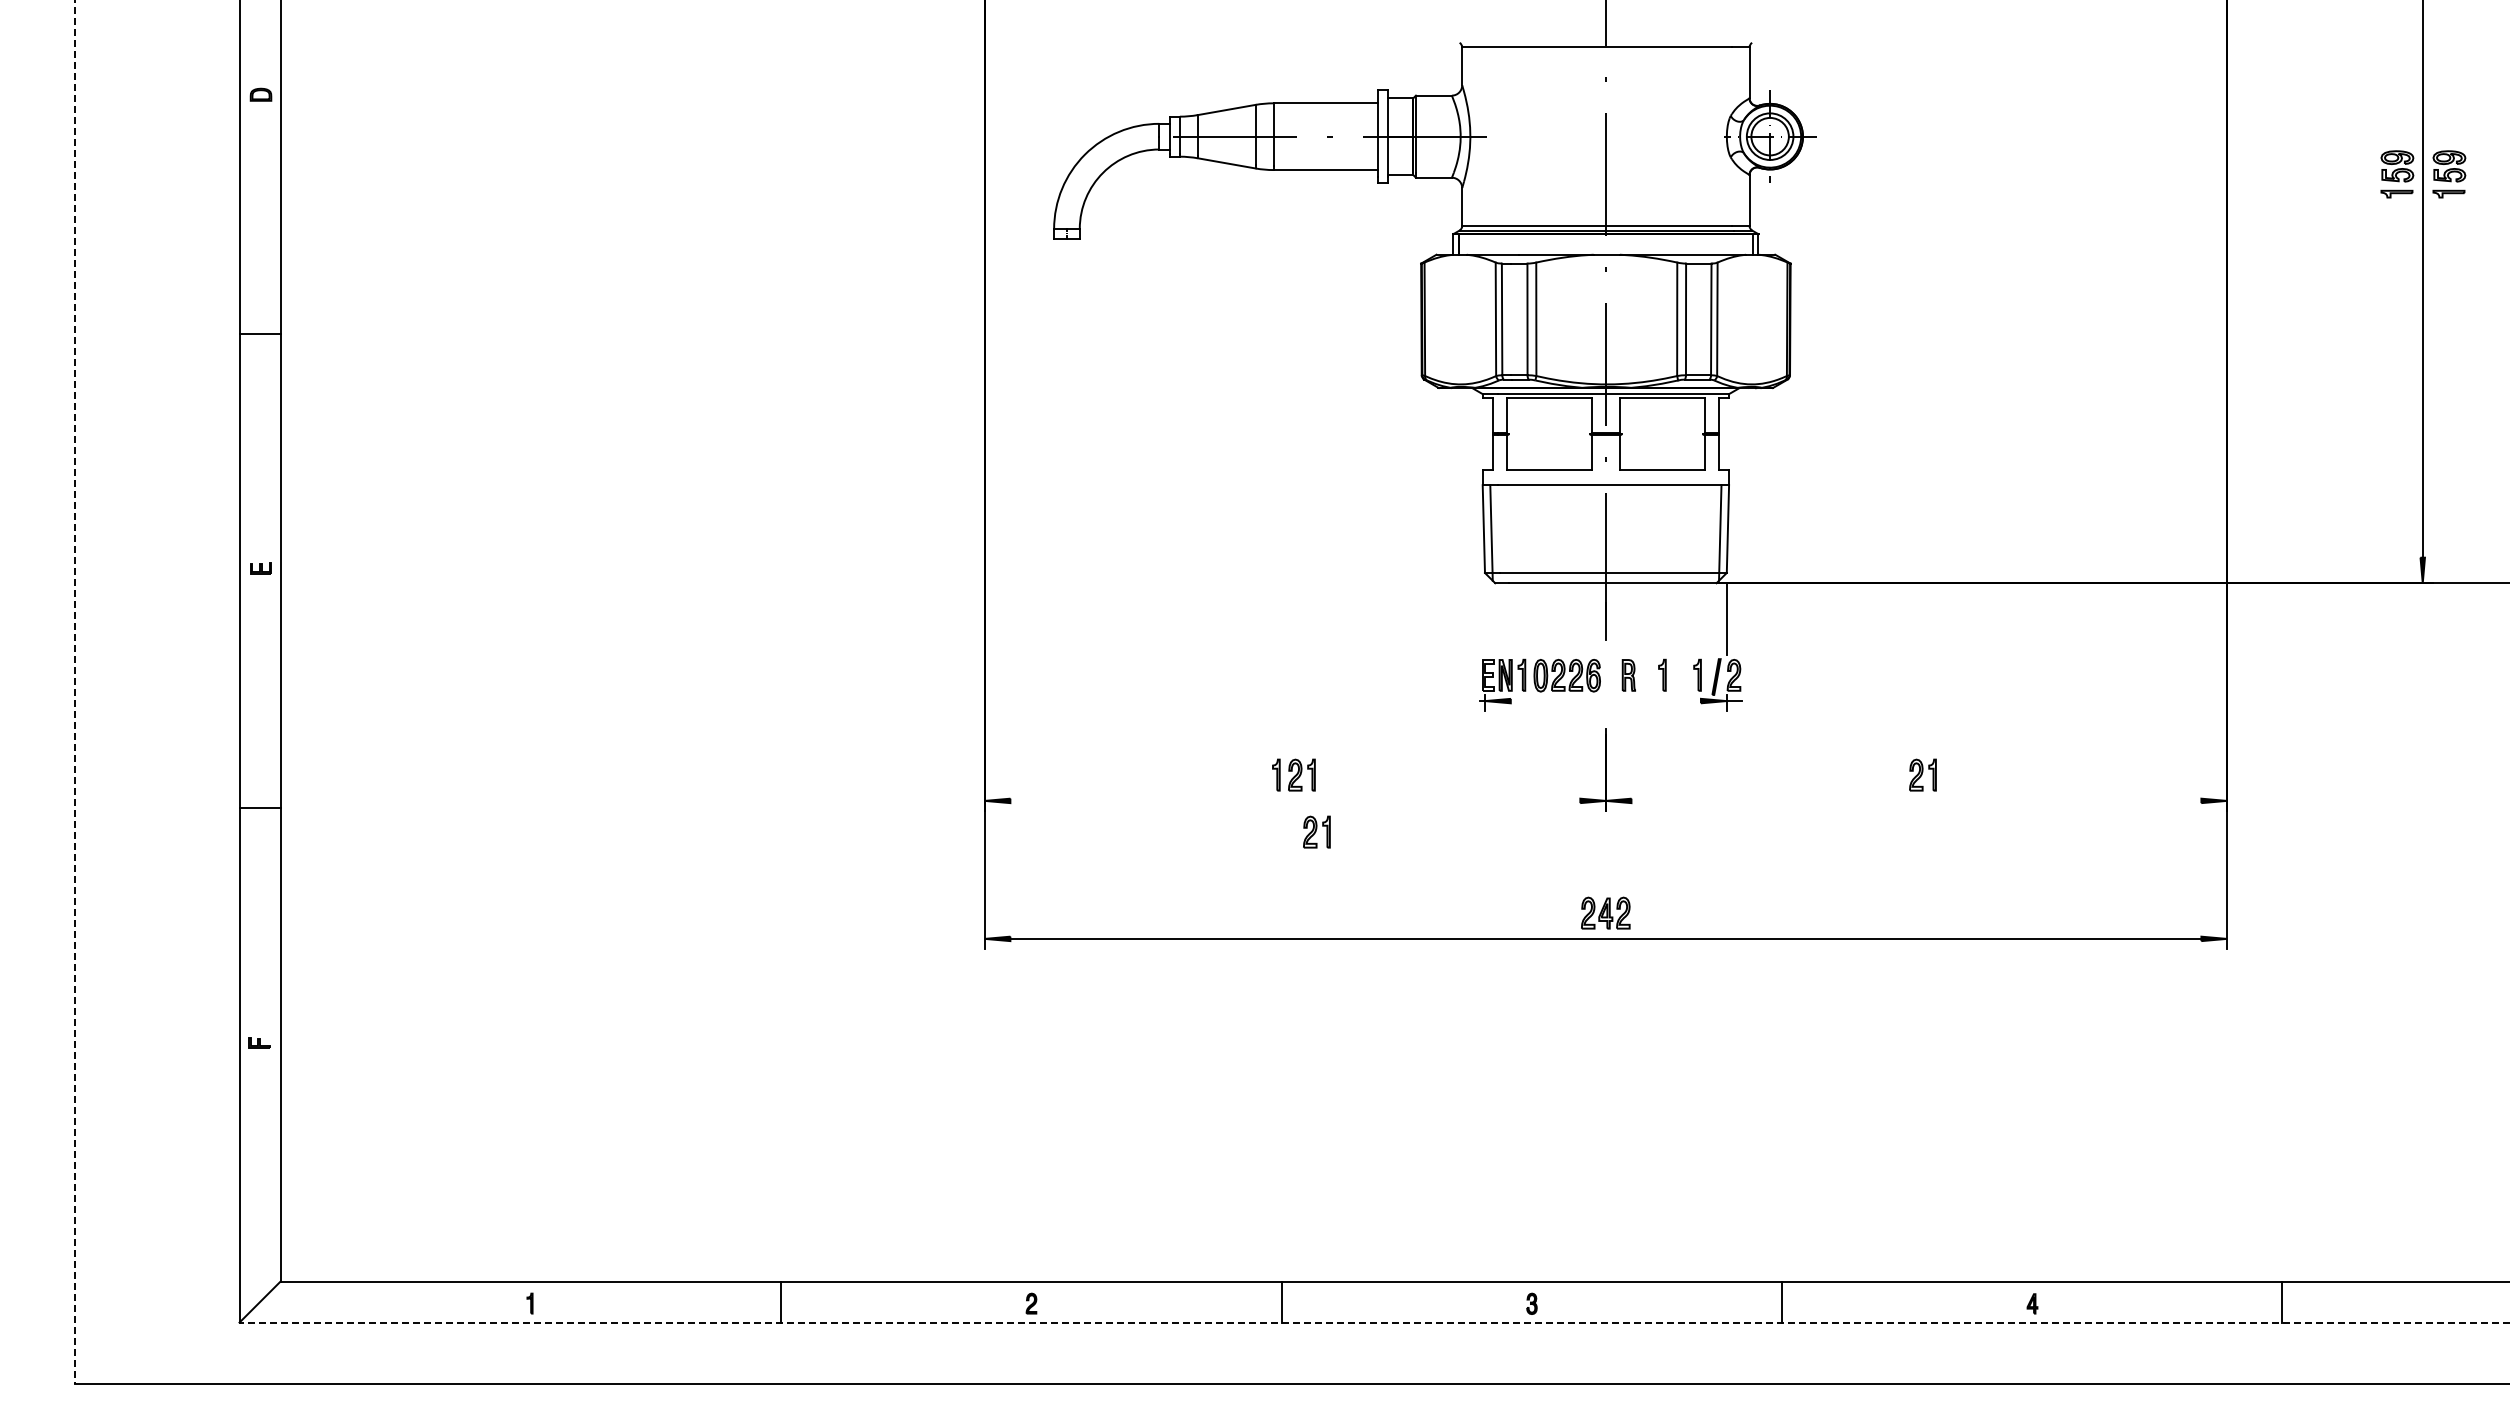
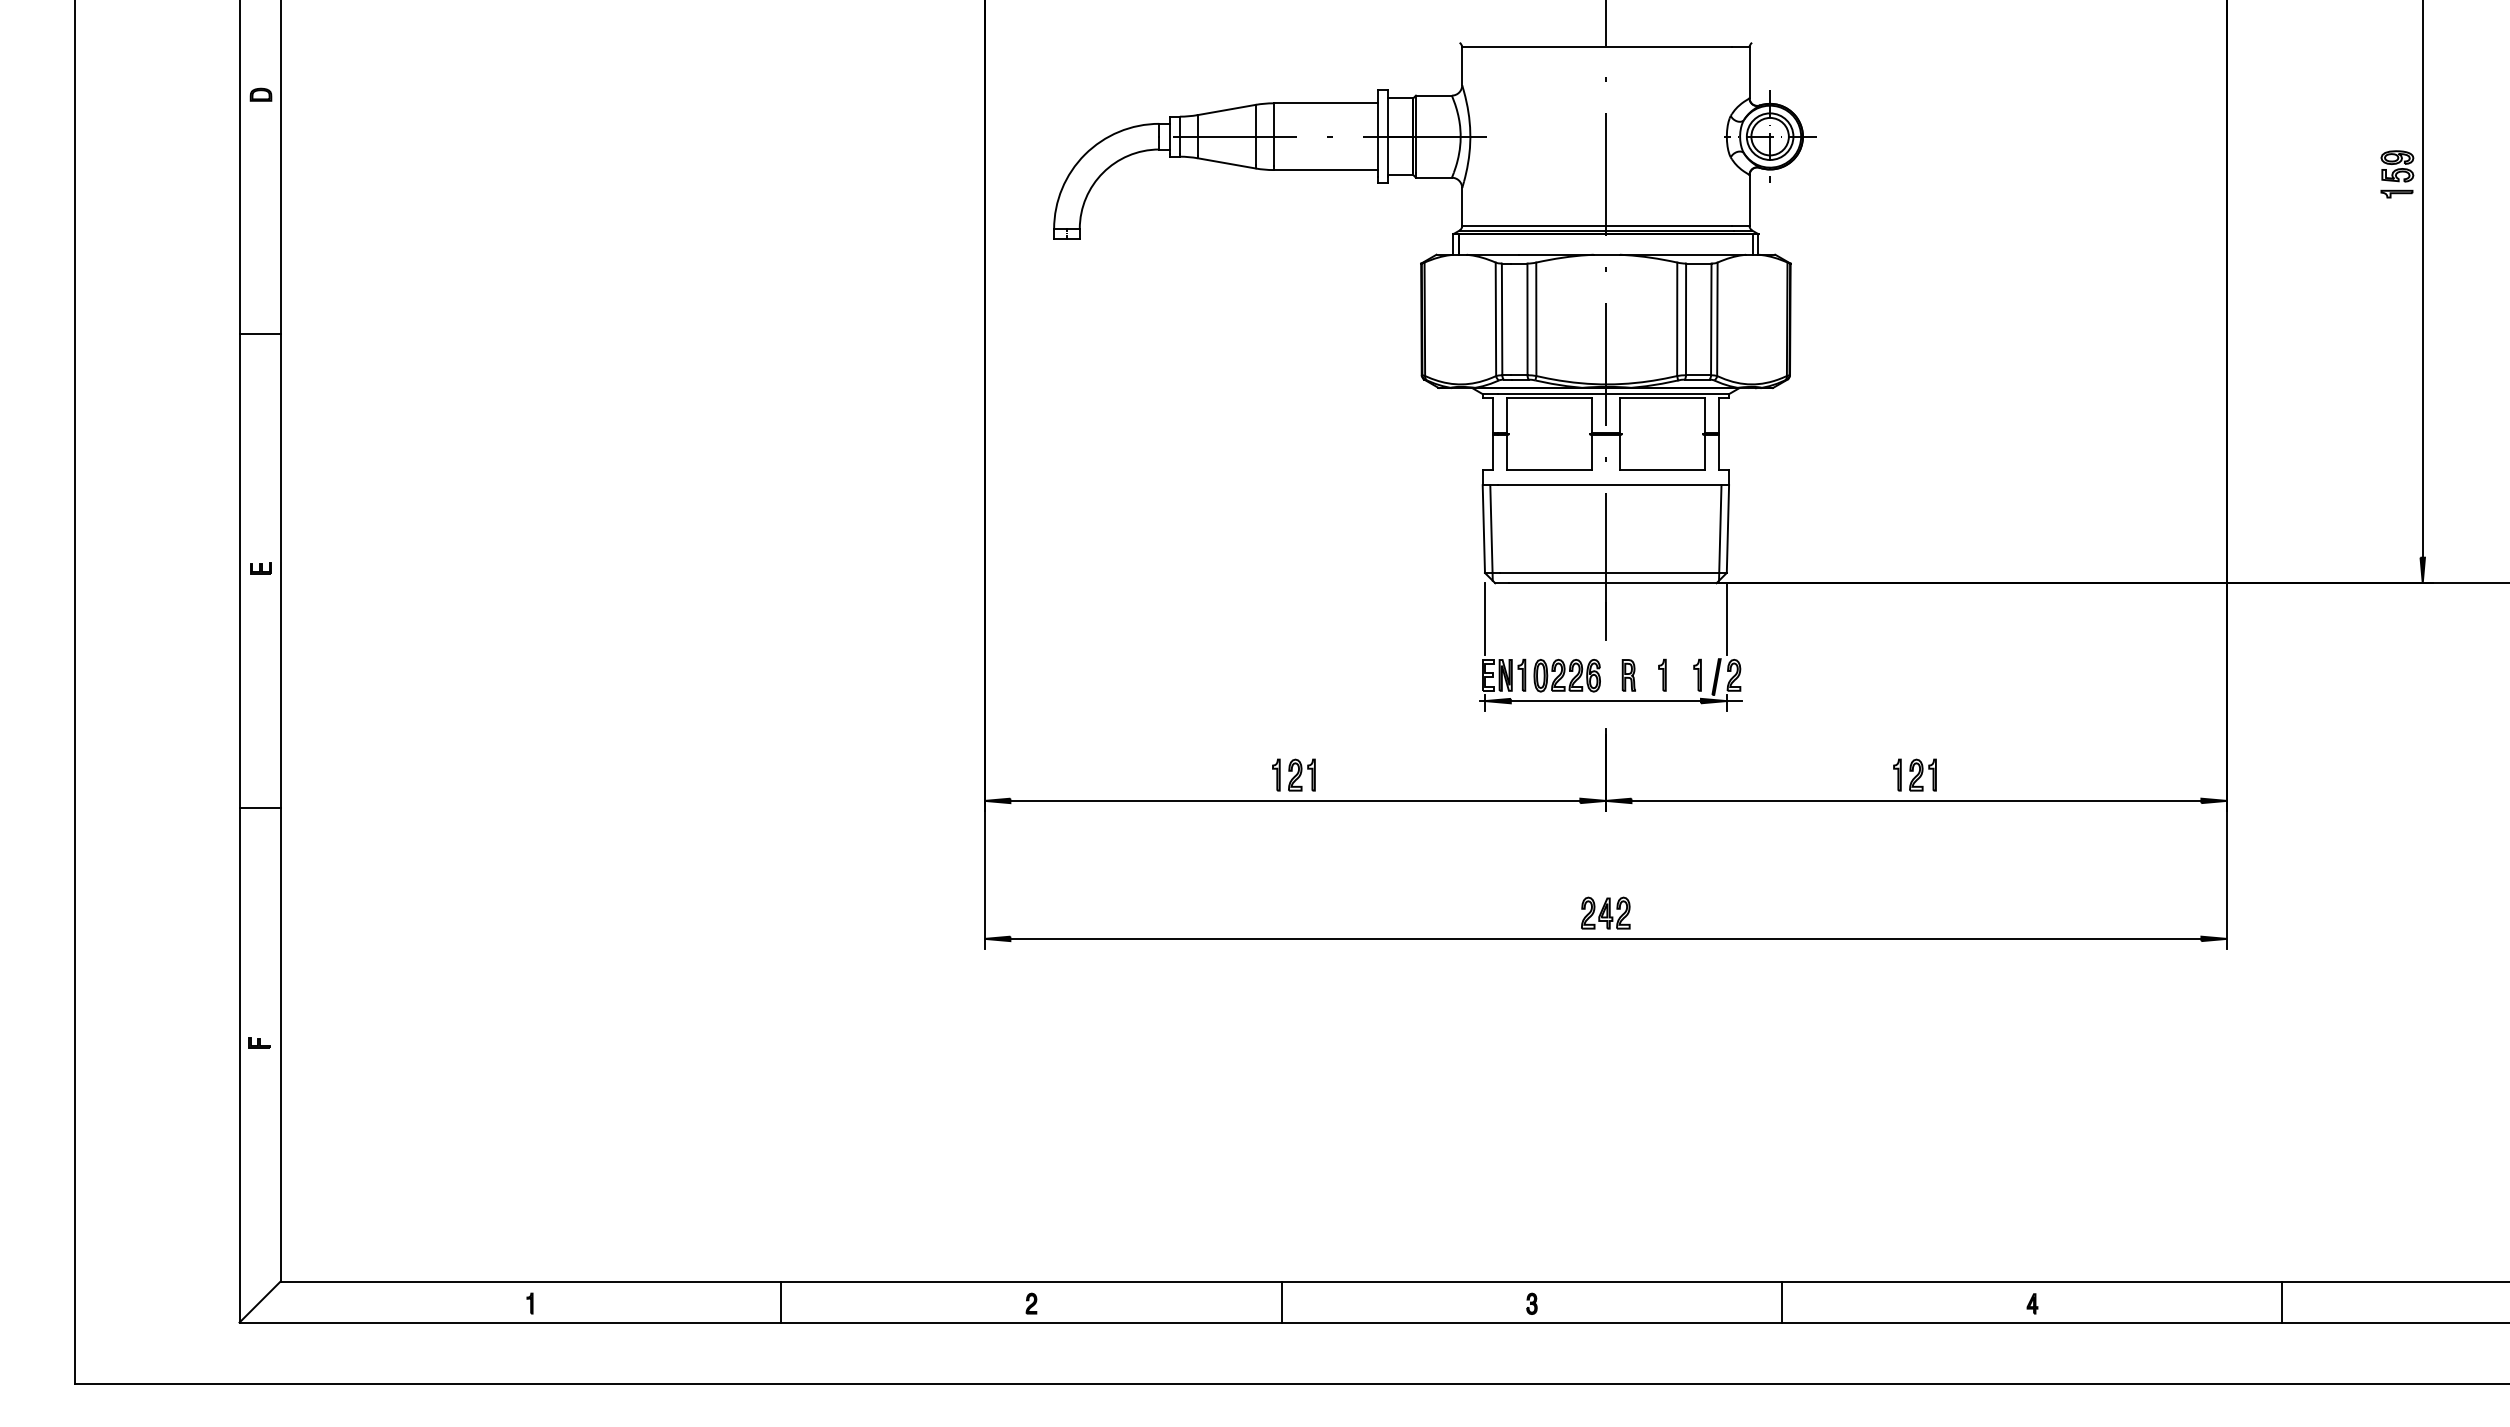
part at (2449, 174): present -> none
line at (1485, 618): none -> present
line at (75, 692): dashed -> solid
line at (1605, 701): none -> present
part at (1897, 774): none -> present
line at (1295, 800): none -> present
line at (1916, 800): none -> present
part at (1316, 831): present -> none
line at (1374, 1322): dashed -> solid
